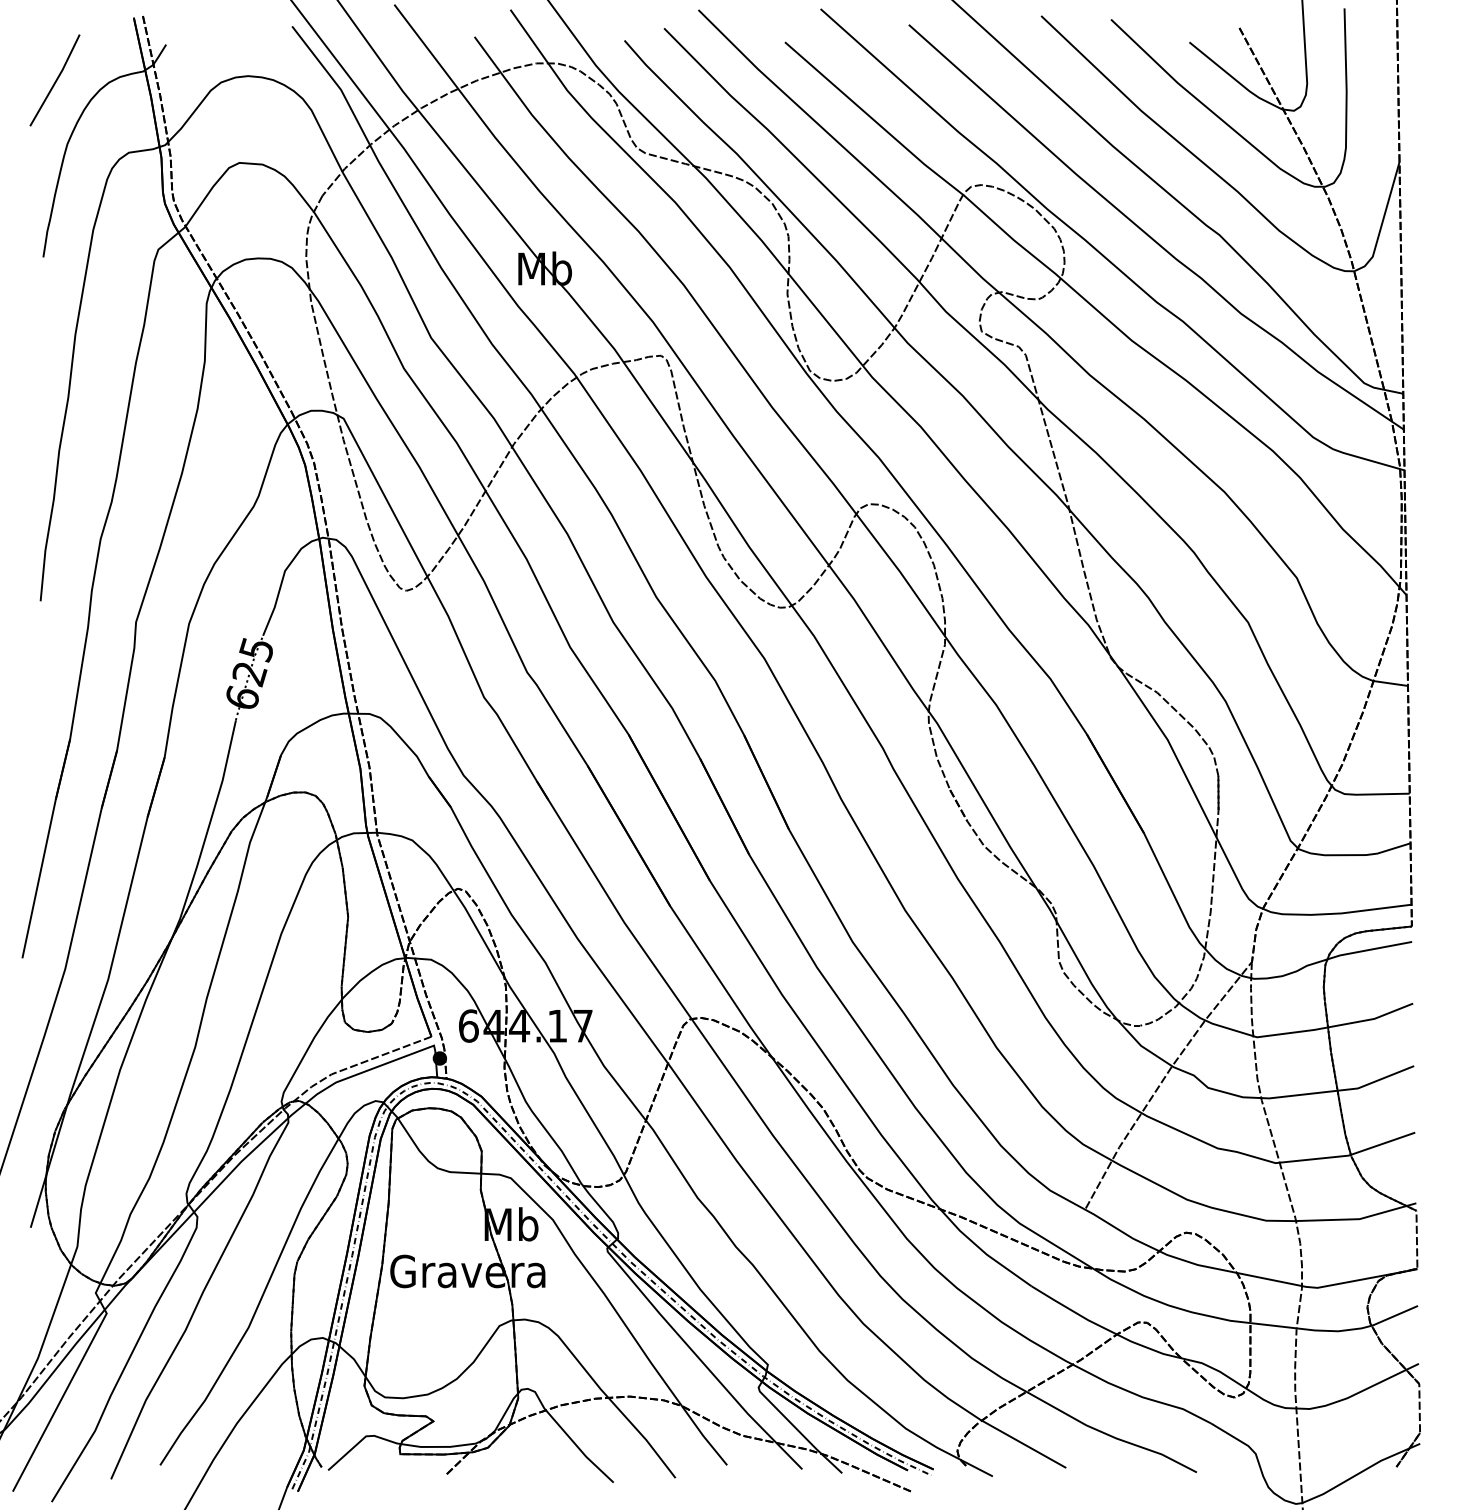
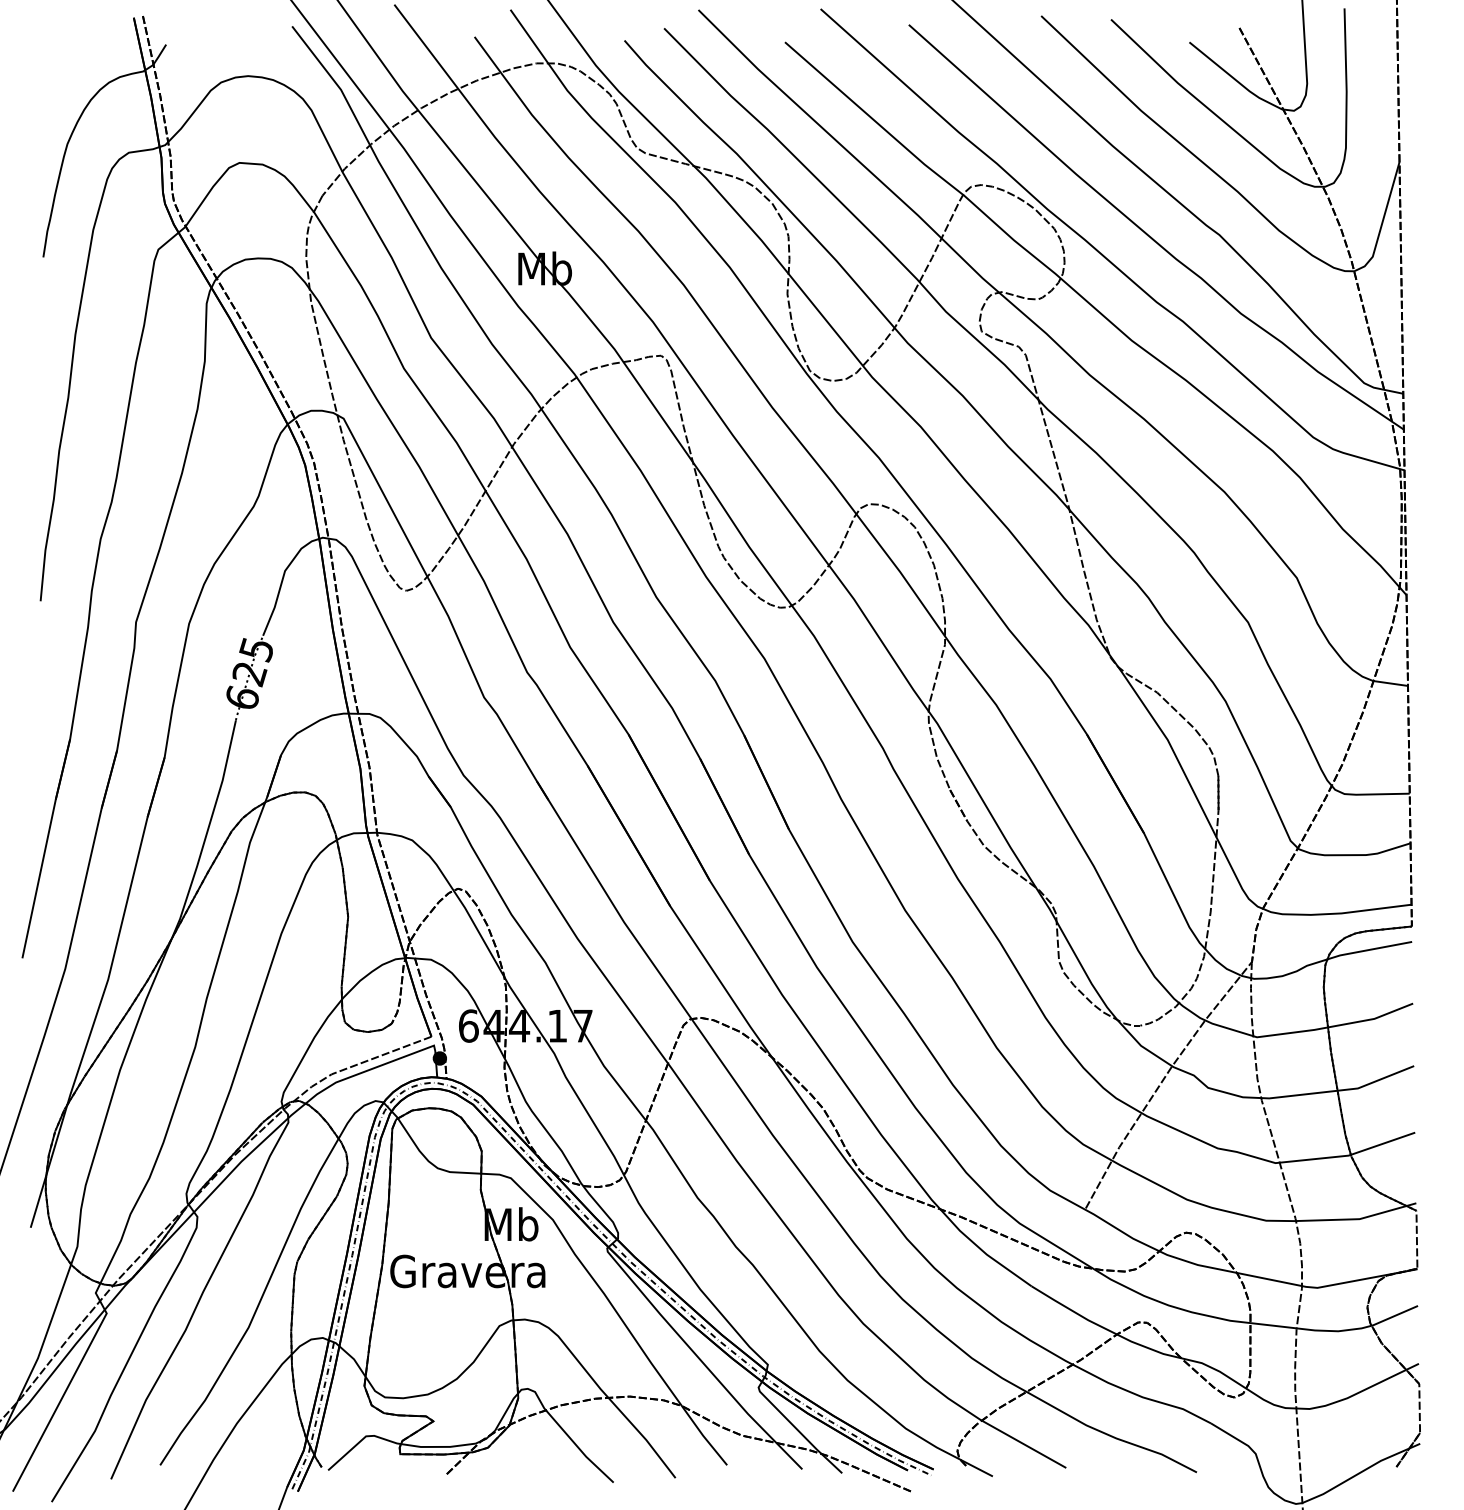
line at (55, 80): present -> none
